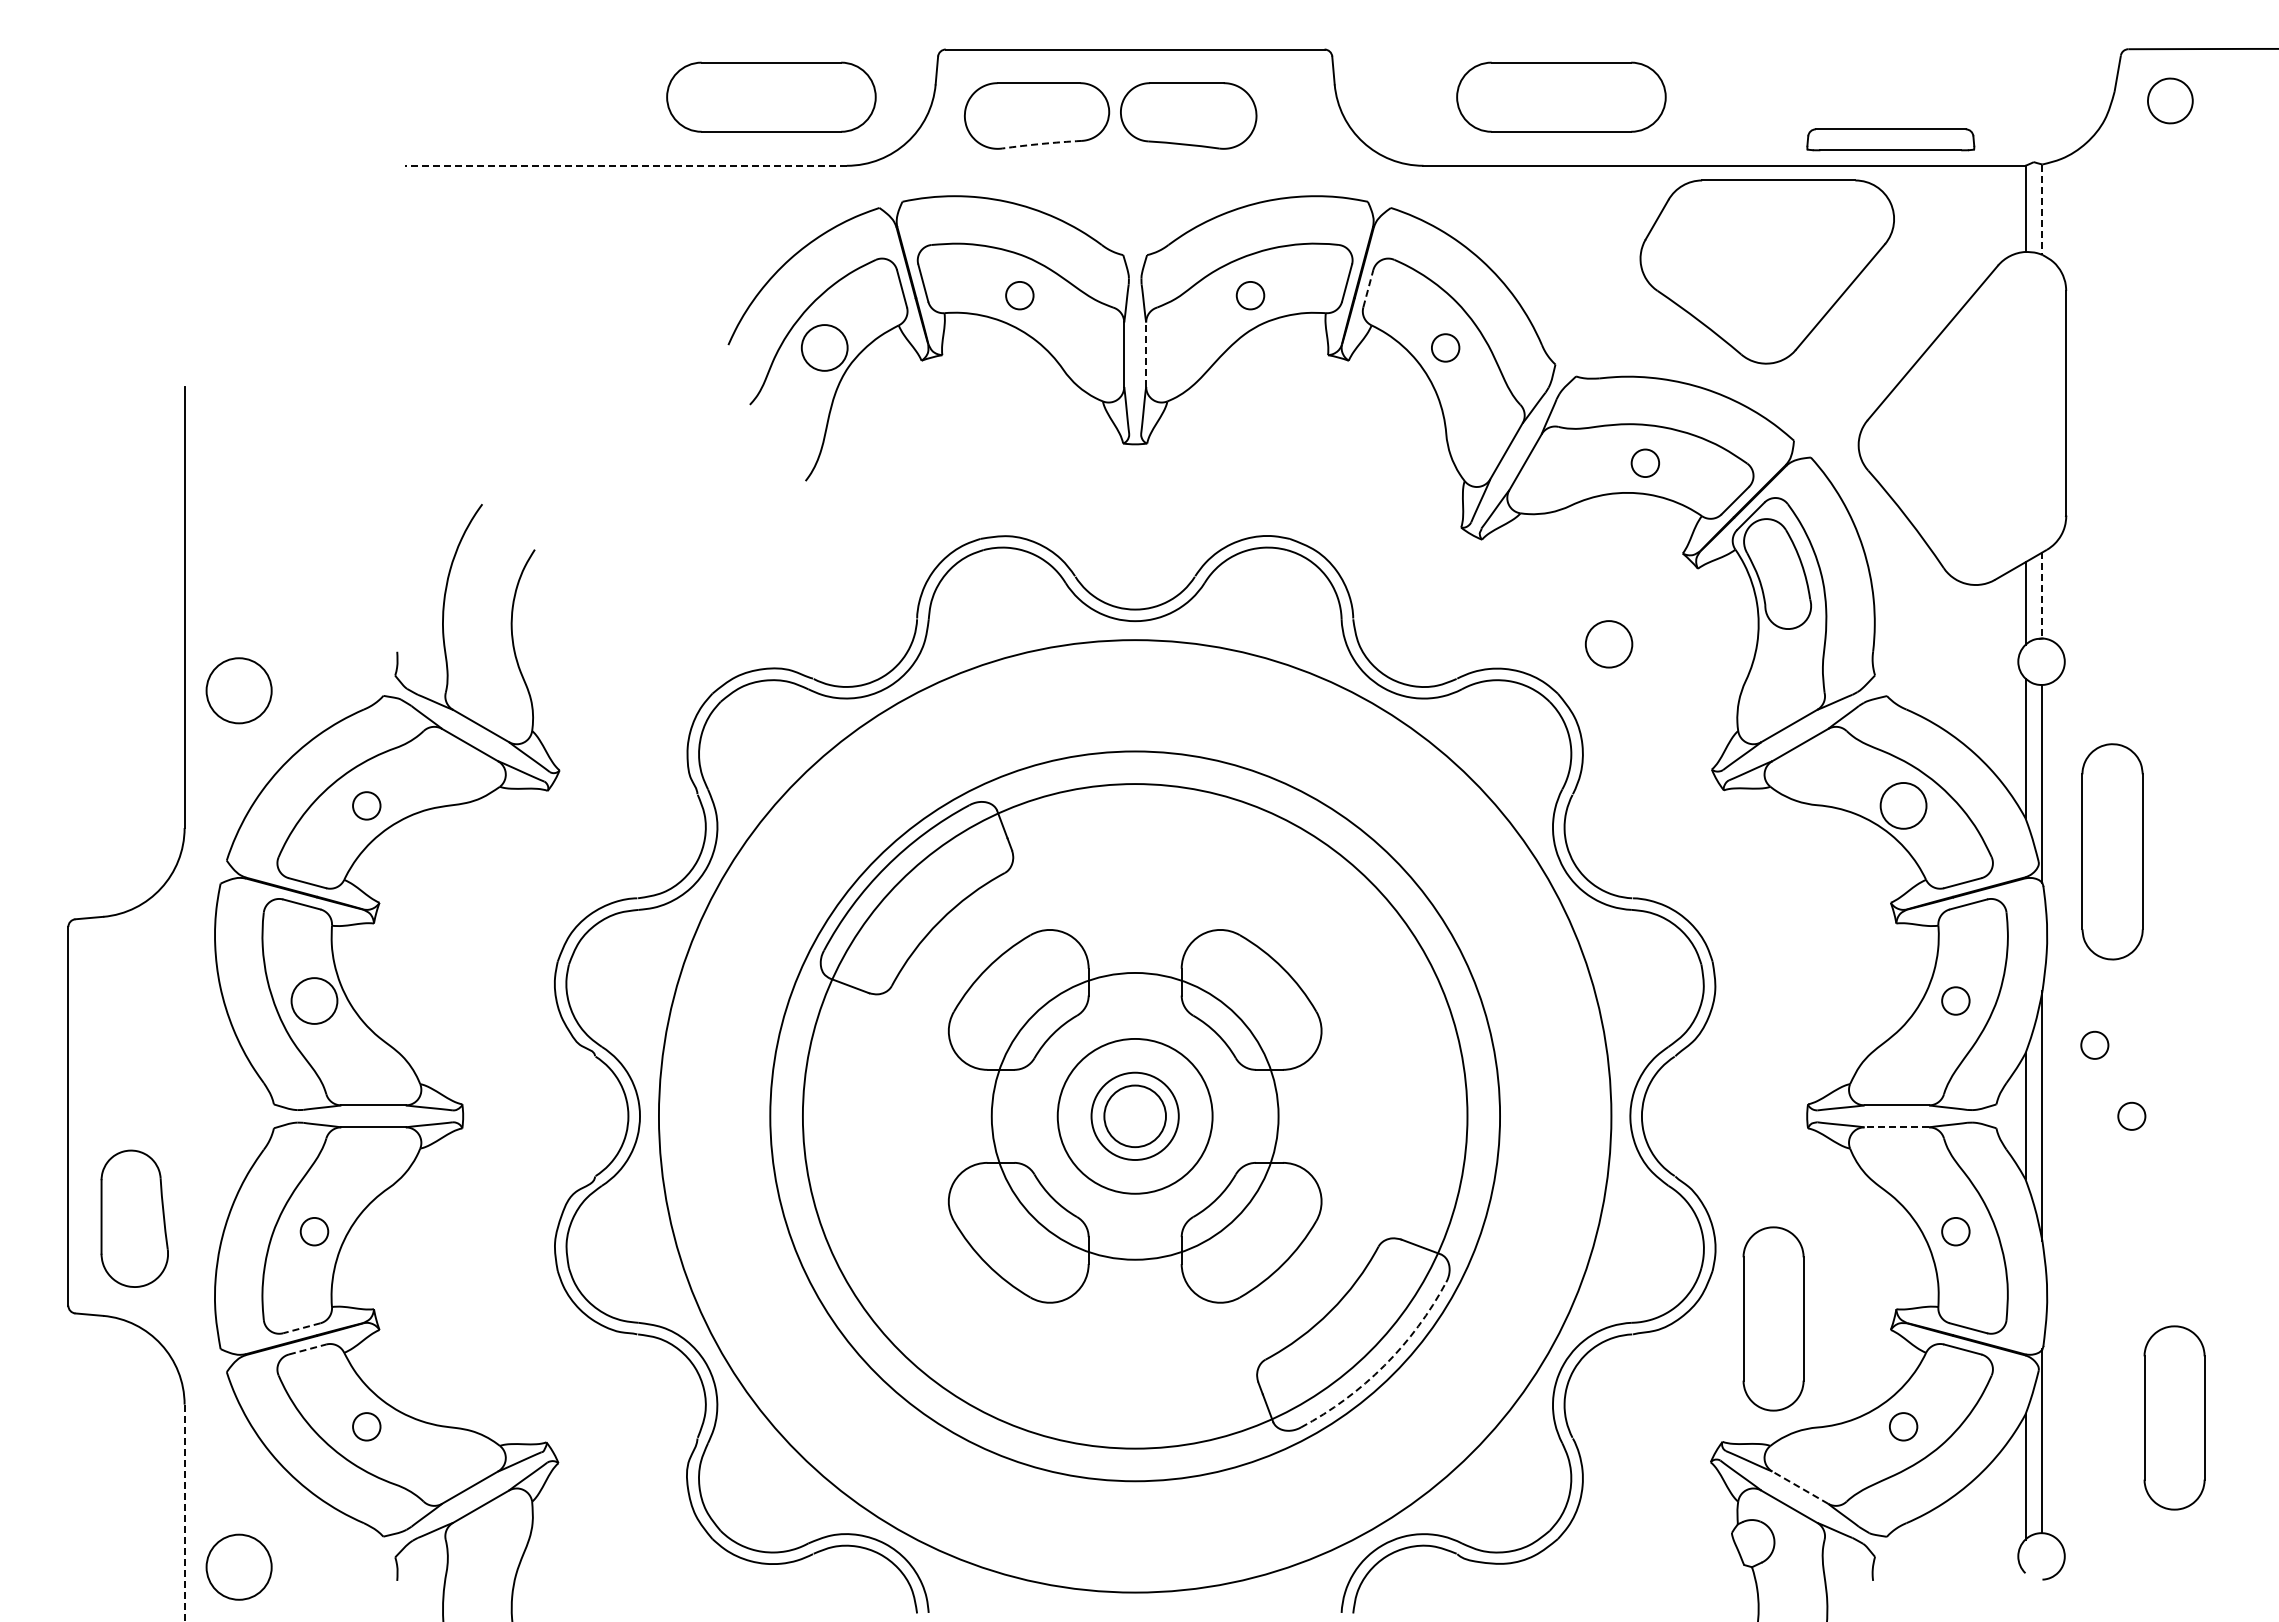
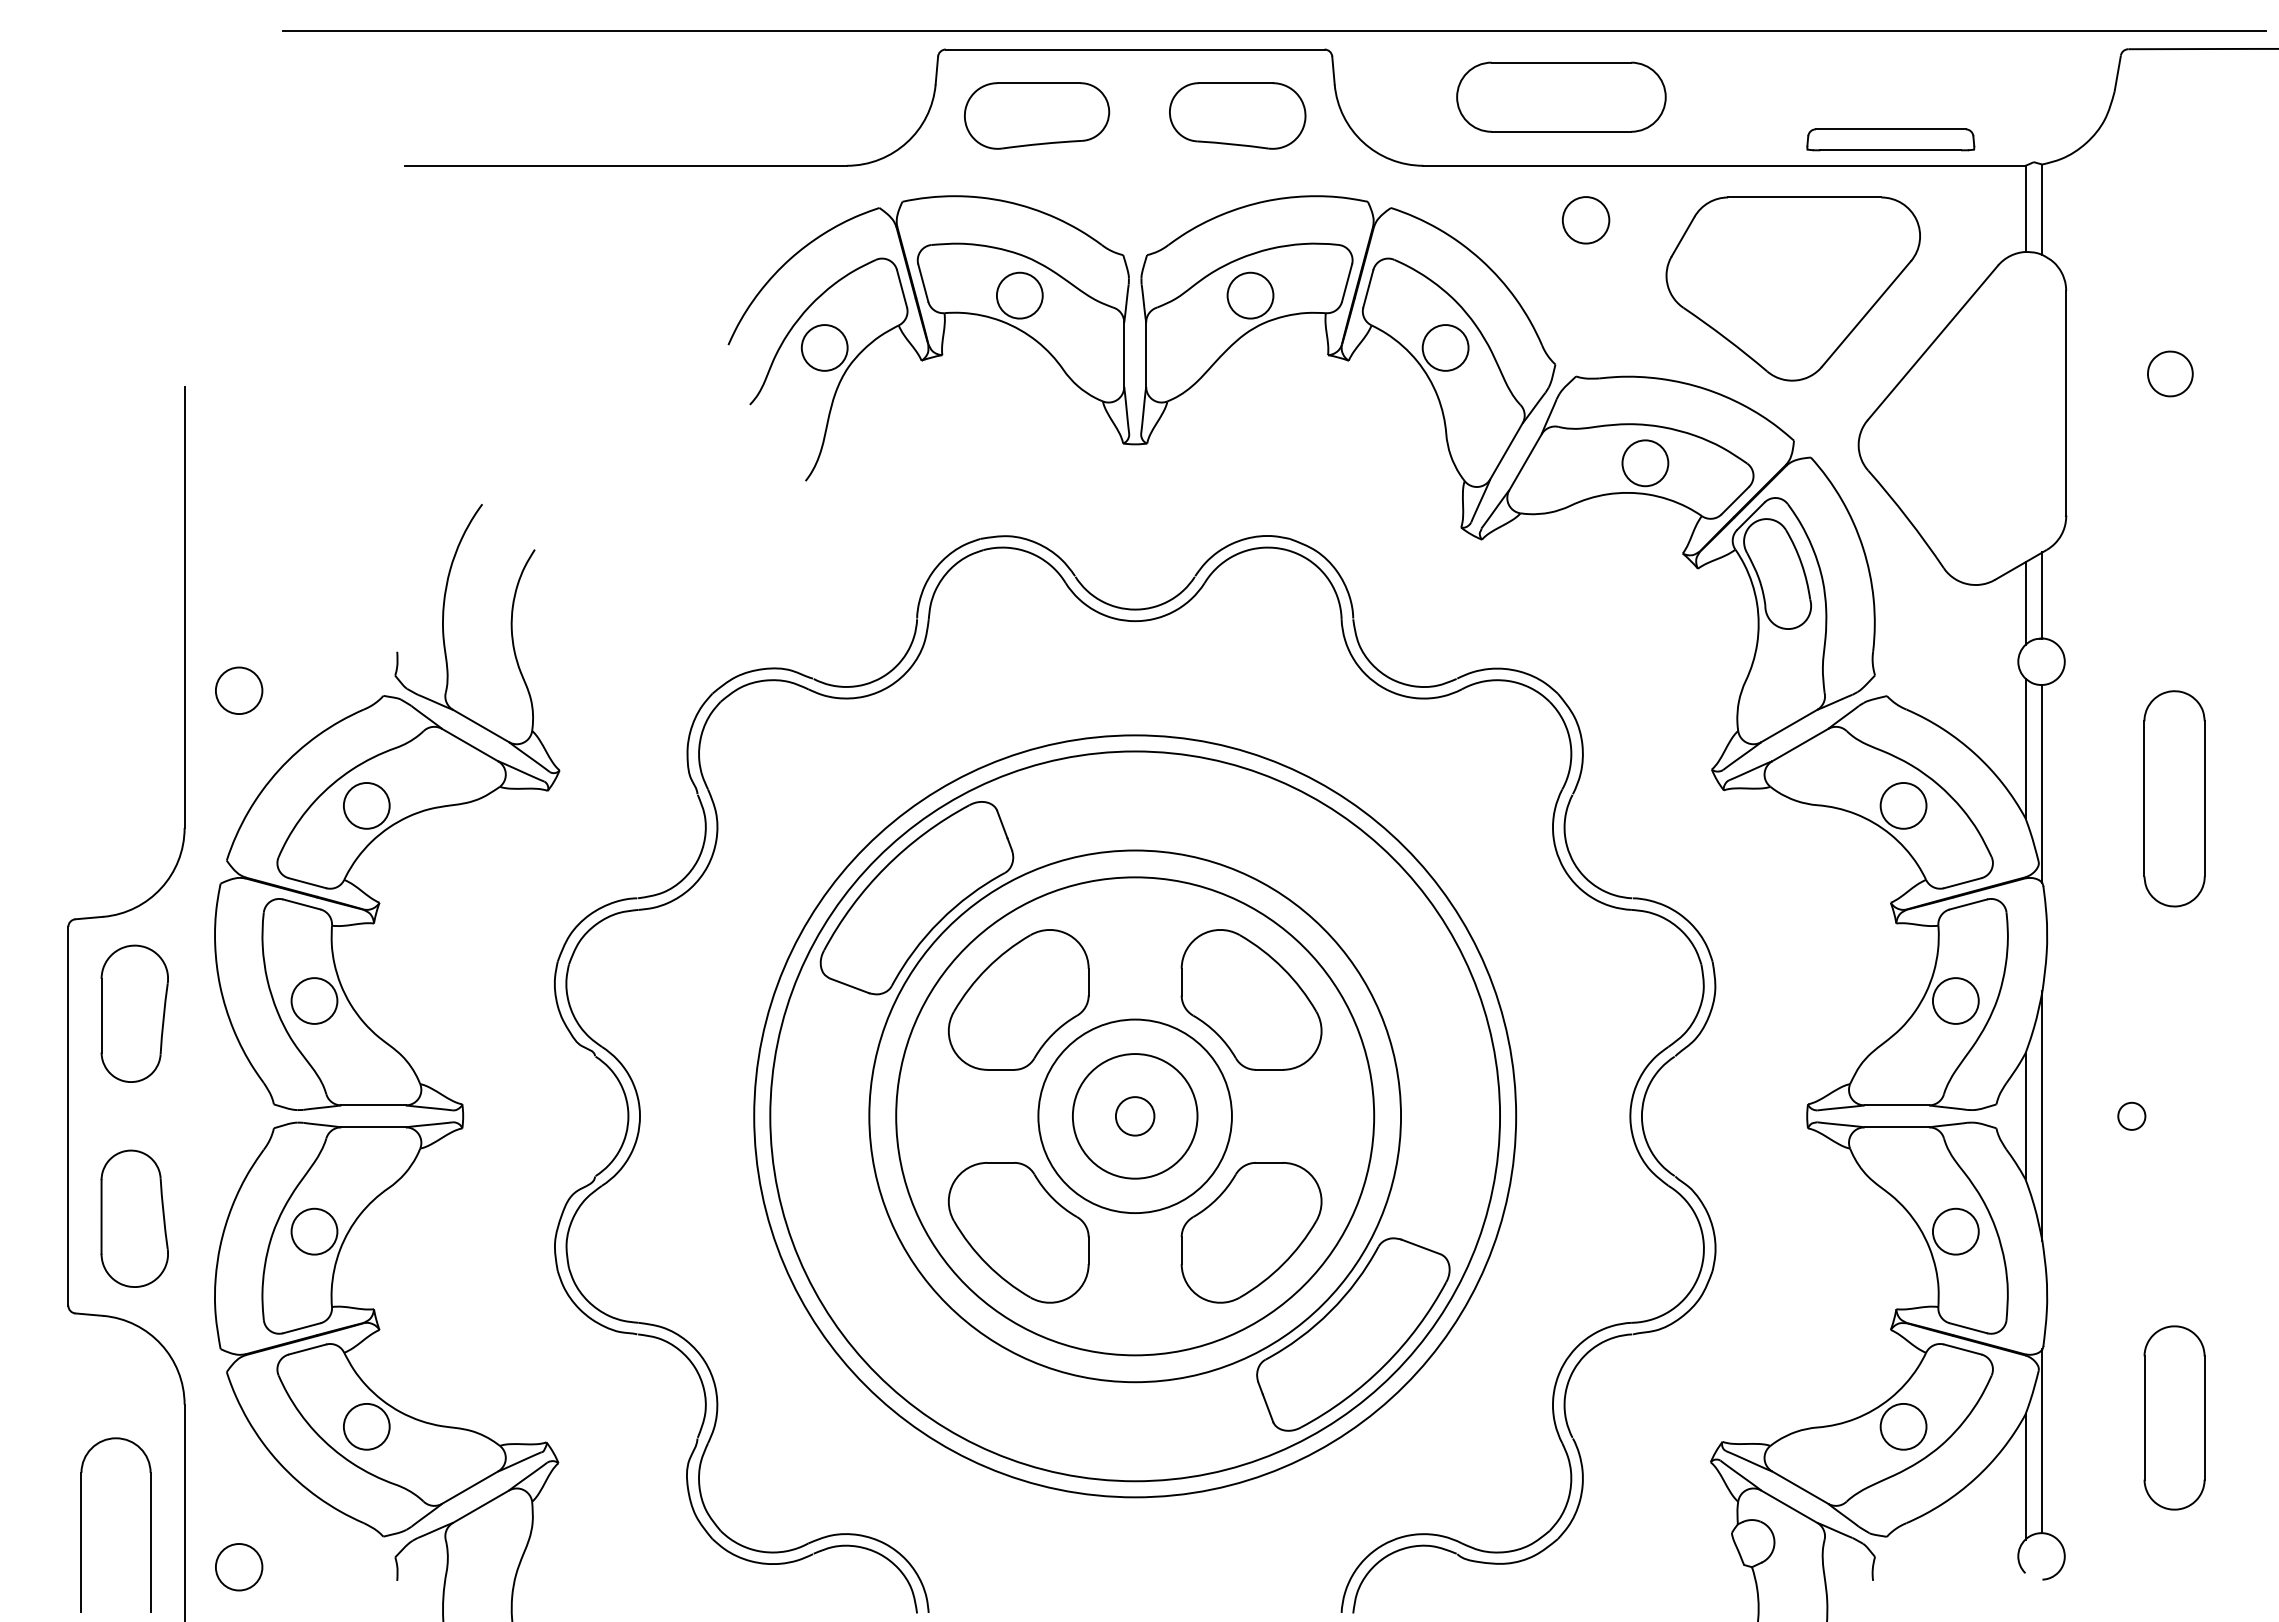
line at (1274, 31): none -> present
part at (771, 96): present -> none
part at (2170, 100) position: (2170, 100) -> (2170, 373)
part at (1188, 115) position: (1188, 115) -> (1237, 115)
arc at (1041, 143): dashed -> solid
line at (626, 165): dashed -> solid
line at (2042, 210): dashed -> solid
part at (1766, 271) position: (1766, 271) -> (1792, 288)
line at (1368, 288): dashed -> solid
circle at (1019, 295) diameter: 27 px -> 46 px
circle at (1250, 295) diameter: 27 px -> 46 px
circle at (1445, 347) diameter: 27 px -> 46 px
line at (1146, 354): dashed -> solid
circle at (1645, 463) diameter: 27 px -> 46 px
line at (2042, 595): dashed -> solid
circle at (1608, 644) position: (1608, 644) -> (1585, 220)
circle at (238, 690) diameter: 65 px -> 47 px
circle at (366, 805) diameter: 27 px -> 46 px
part at (2112, 851) position: (2112, 851) -> (2174, 798)
circle at (1955, 1000) diameter: 27 px -> 46 px
part at (134, 1013): none -> present
part at (2094, 1044): present -> none
circle at (1134, 1115) diameter: 155 px -> 194 px
circle at (1134, 1115) diameter: 287 px -> 478 px
circle at (1134, 1115) diameter: 87 px -> 125 px
circle at (1134, 1116) diameter: 62 px -> 39 px
circle at (1134, 1116) diameter: 665 px -> 532 px
circle at (1134, 1116) diameter: 952 px -> 762 px
line at (1896, 1127): dashed -> solid
circle at (314, 1231) diameter: 27 px -> 46 px
circle at (1955, 1231) diameter: 27 px -> 46 px
part at (1773, 1318): present -> none
line at (301, 1328): dashed -> solid
line at (308, 1349): dashed -> solid
arc at (1384, 1365): dashed -> solid
circle at (366, 1426) diameter: 27 px -> 46 px
circle at (1903, 1426) diameter: 27 px -> 46 px
line at (1799, 1487): dashed -> solid
line at (184, 1513): dashed -> solid
part at (81, 1524): none -> present
circle at (238, 1566) diameter: 65 px -> 47 px
